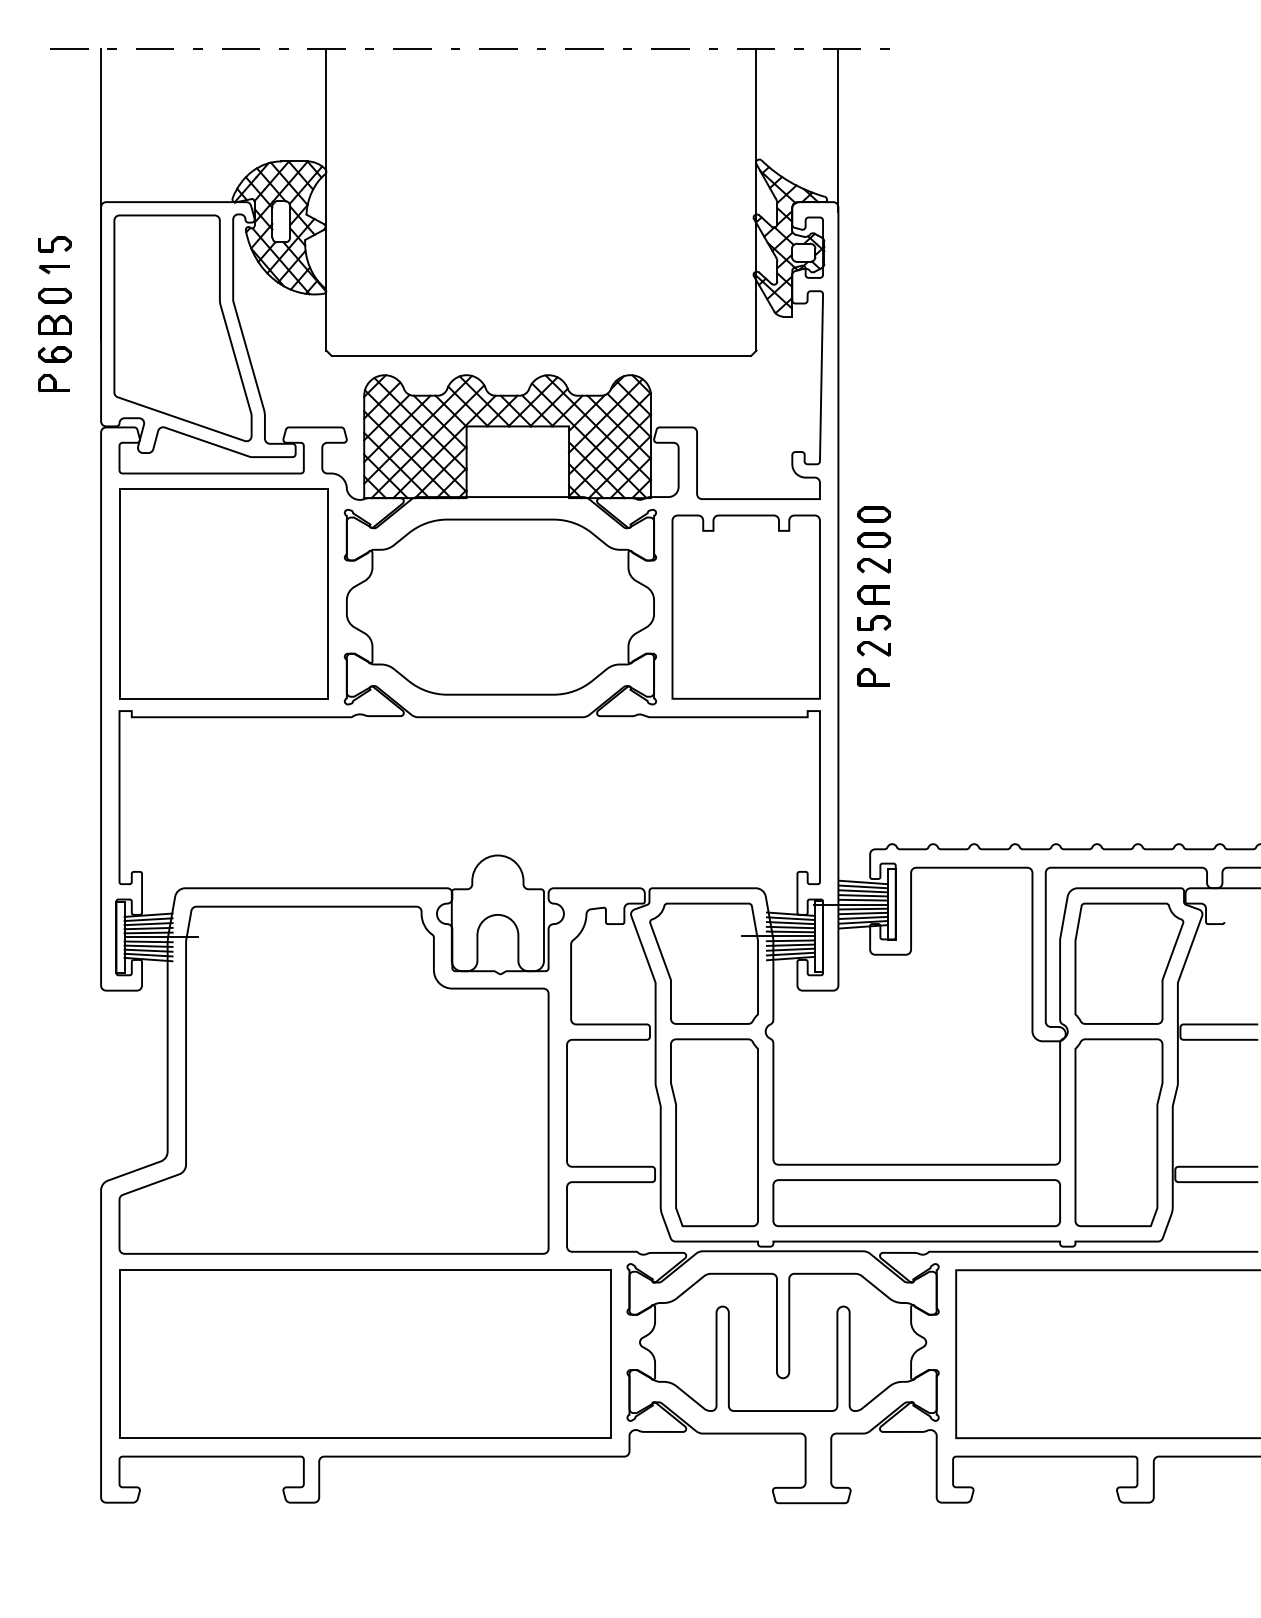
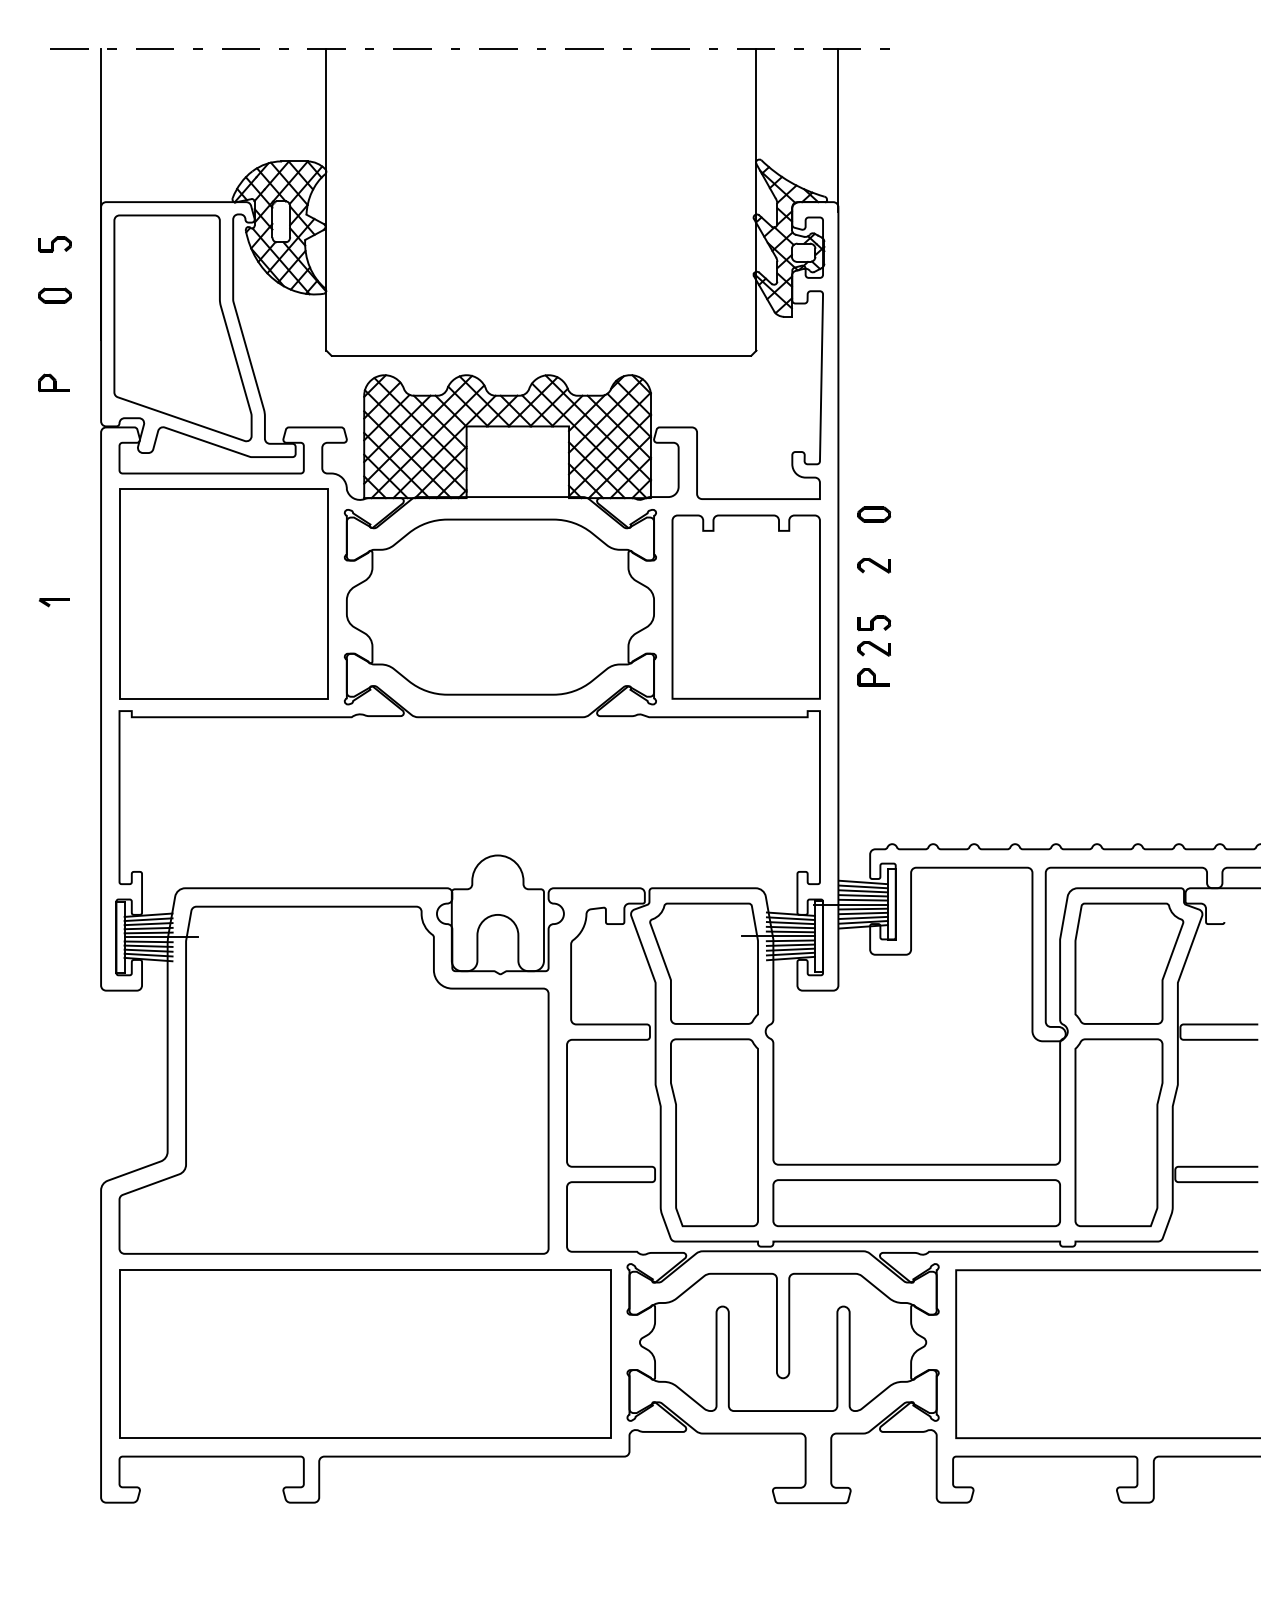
part at (54, 269) position: (54, 269) -> (54, 602)
part at (54, 325): present -> none
part at (54, 354): present -> none
part at (874, 540): present -> none
part at (873, 594): present -> none
